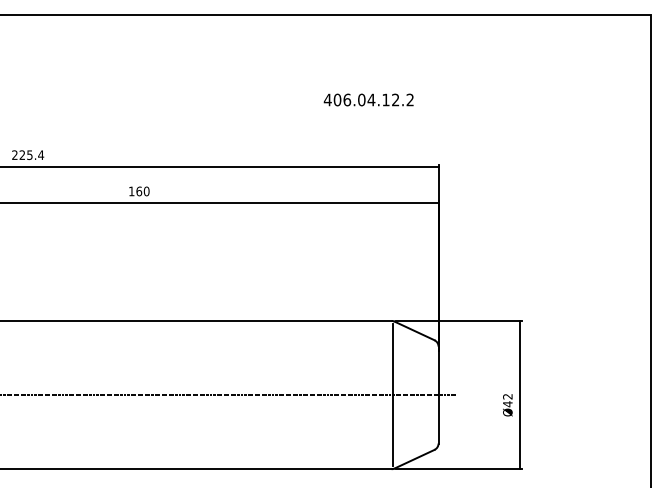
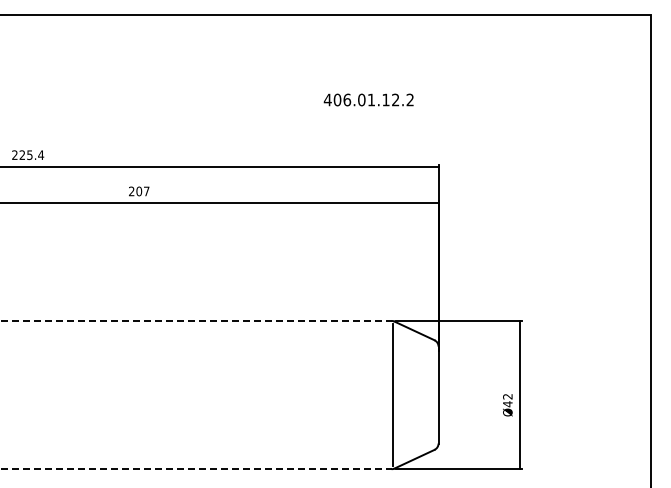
text at (371, 99): 406.04.12.2 -> 406.01.12.2
text at (139, 191): 160 -> 207
line at (195, 320): solid -> dashed
line at (229, 395): present -> none
line at (195, 469): solid -> dashed
